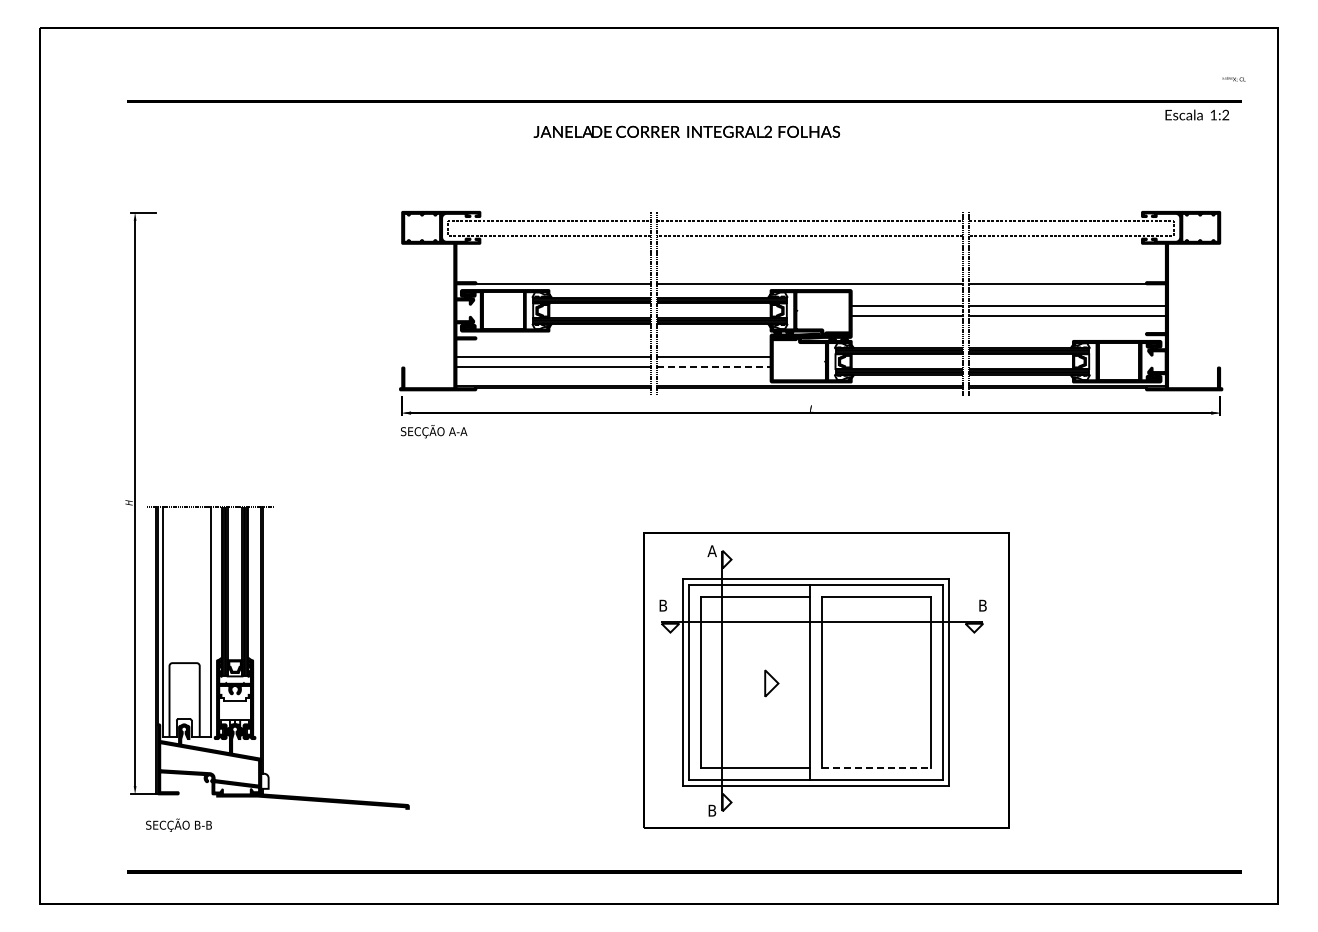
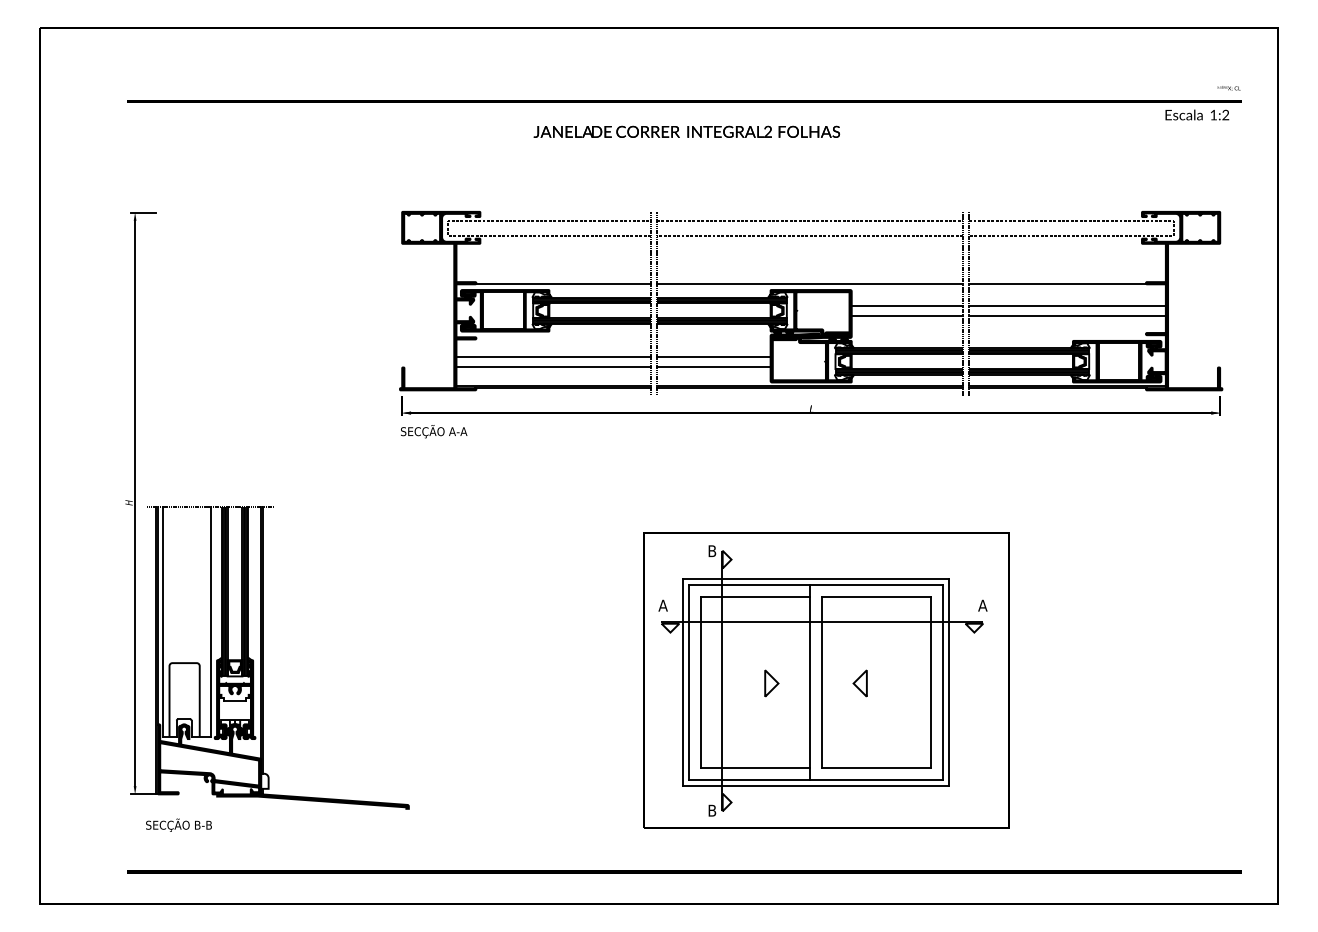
text at (1233, 79) position: (1233, 79) -> (1228, 88)
line at (713, 366): dashed -> solid
text at (711, 551): A -> B
text at (662, 605): B -> A
text at (982, 605): B -> A
part at (859, 683): none -> present
line at (876, 767): dashed -> solid
